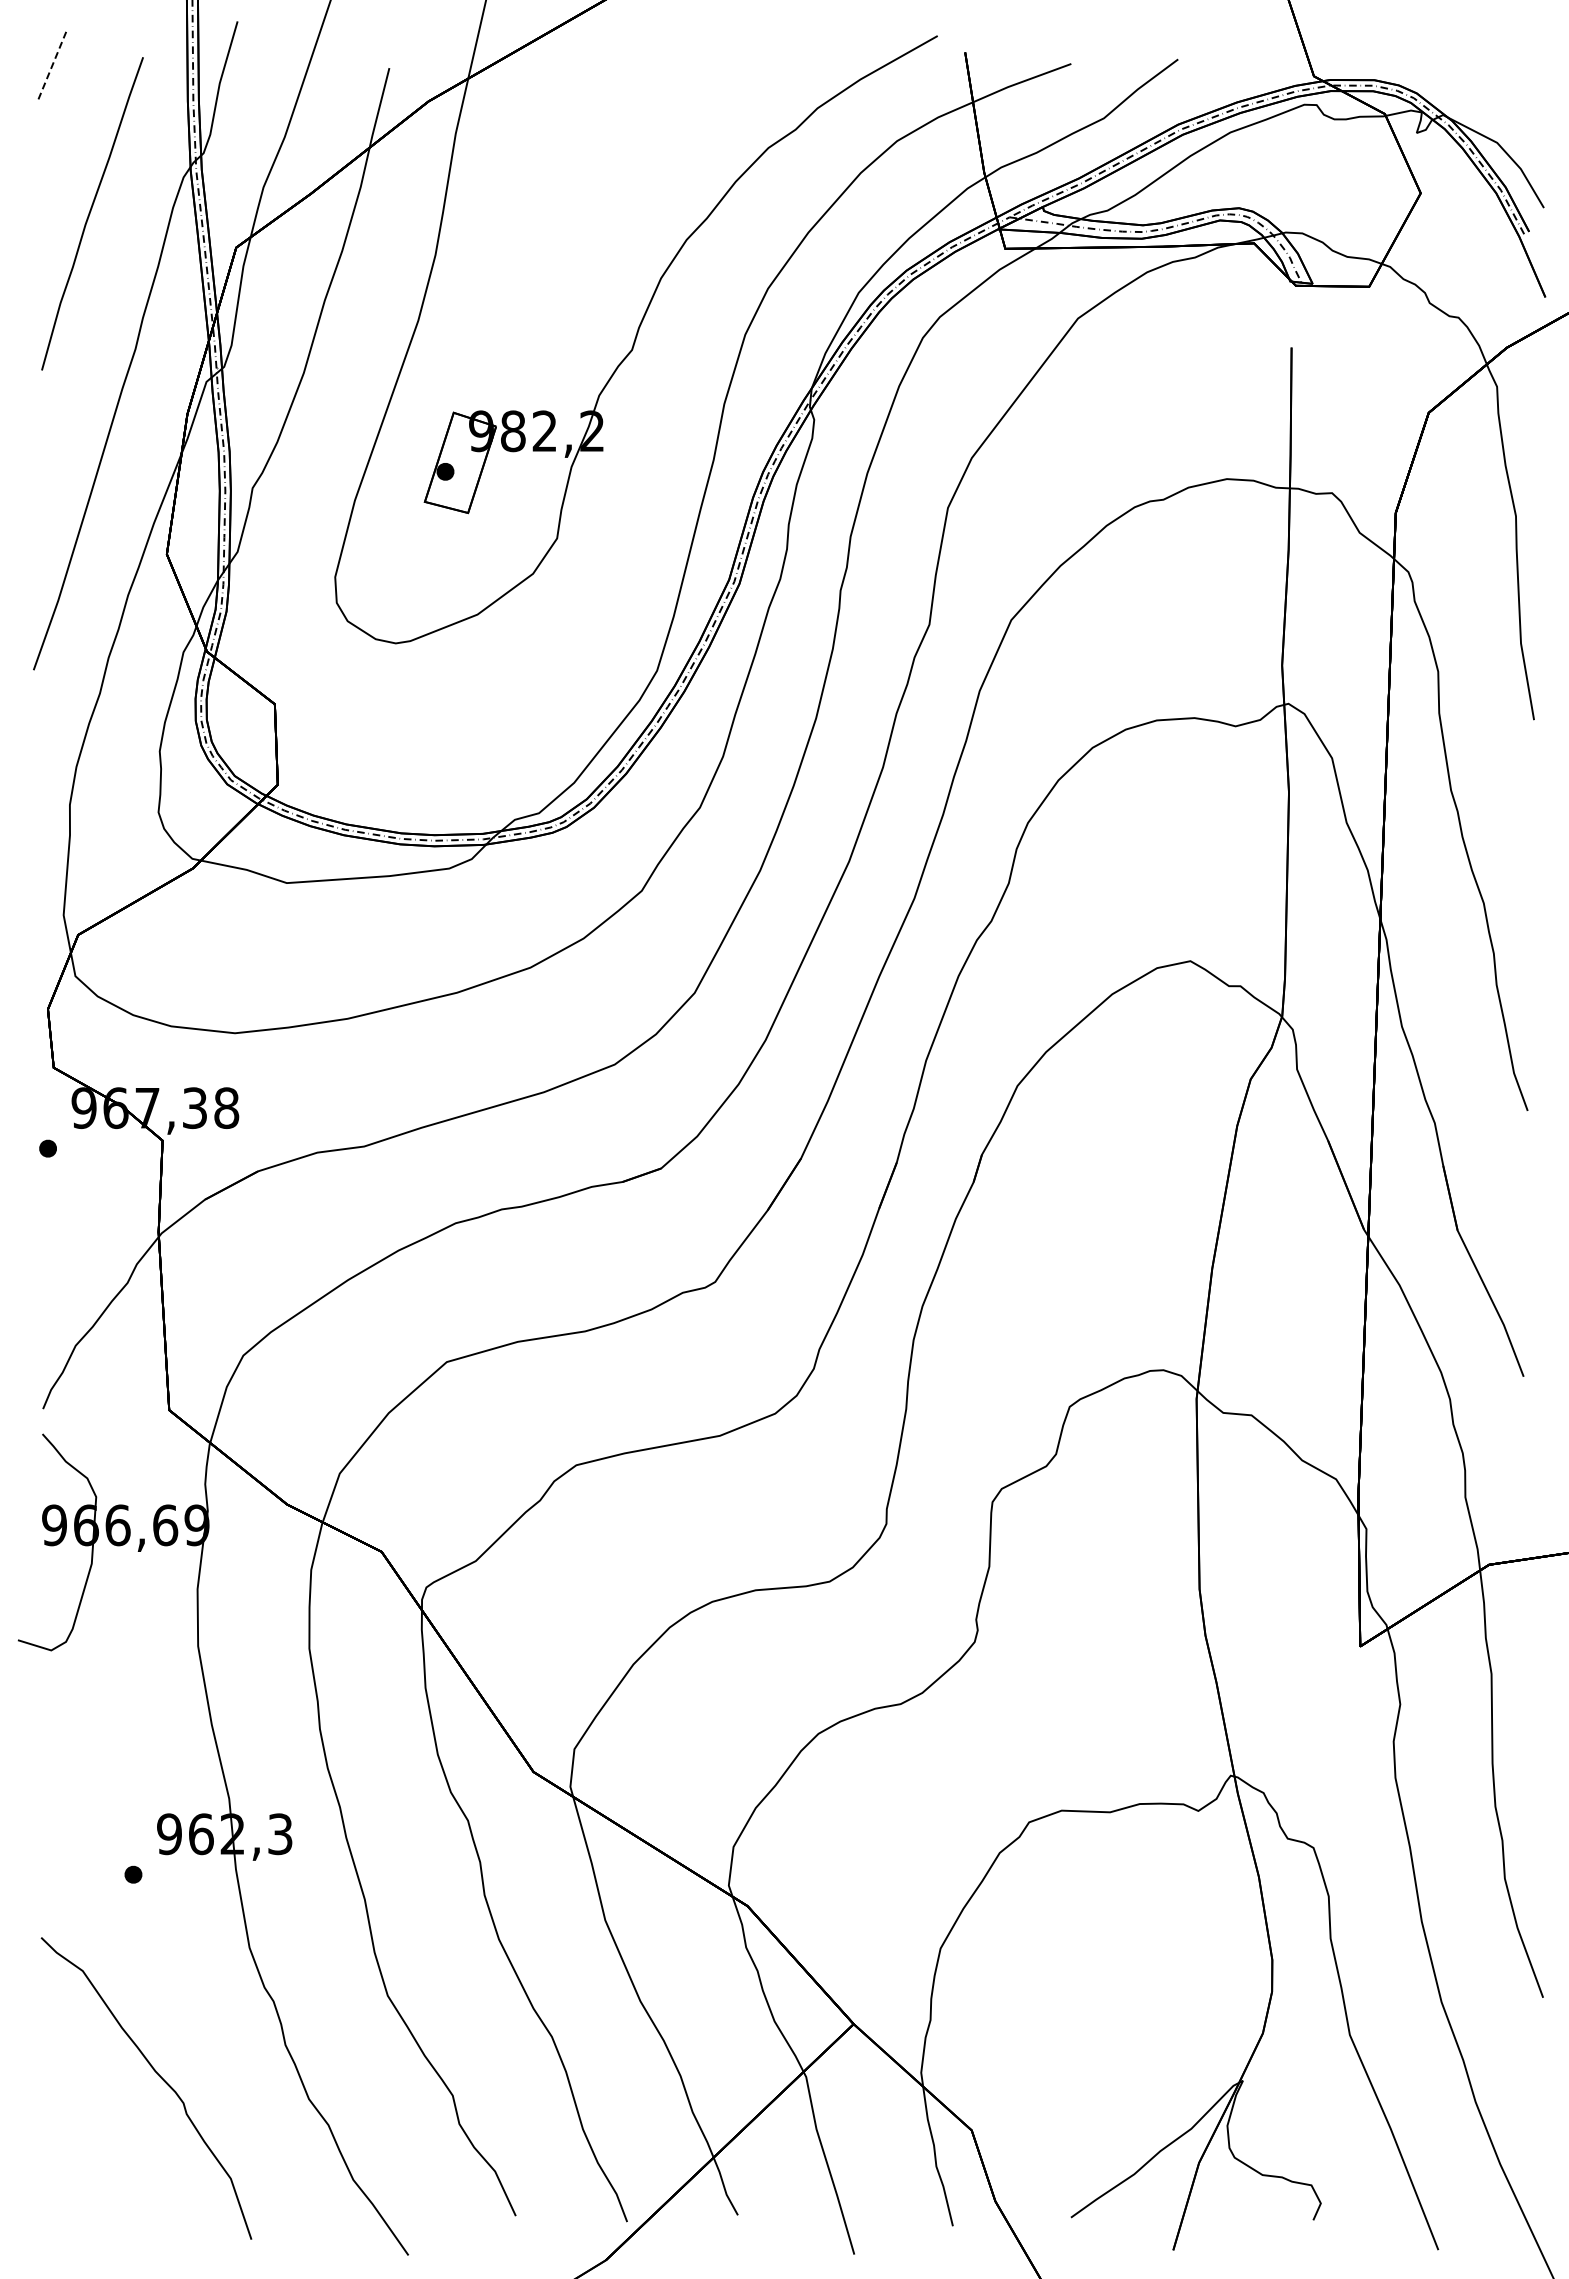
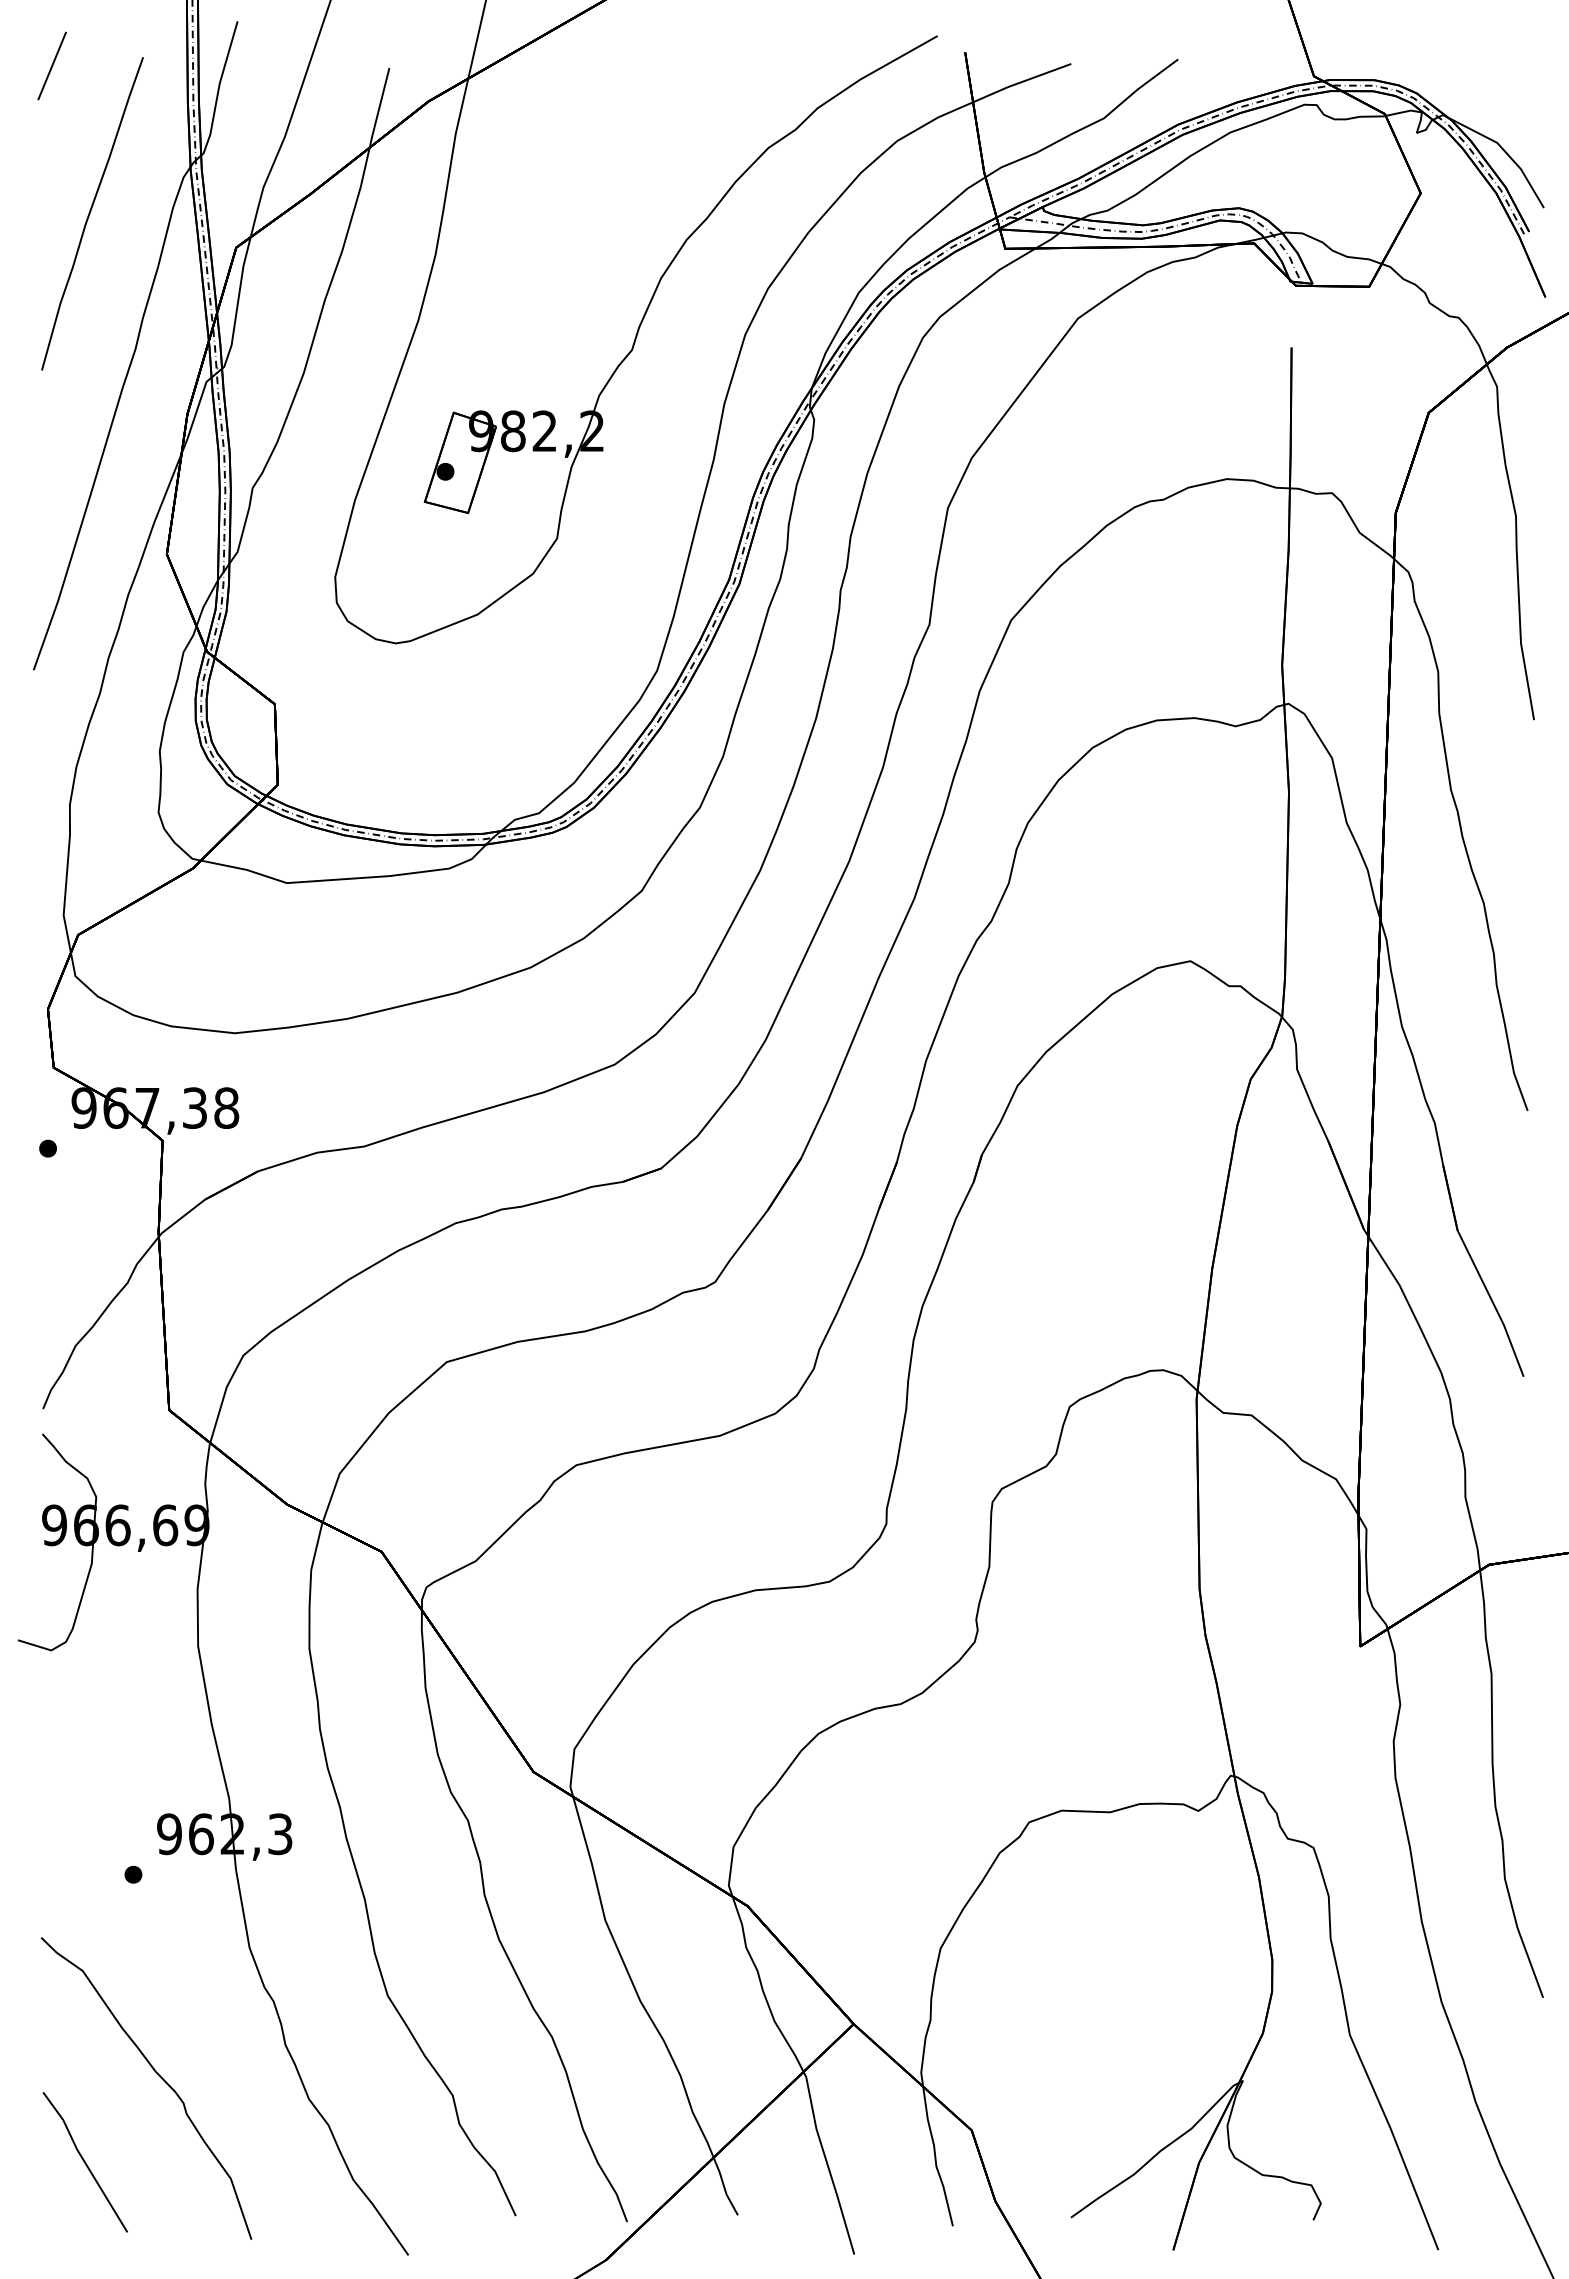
line at (52, 66): dashed -> solid
line at (84, 2162): none -> present
